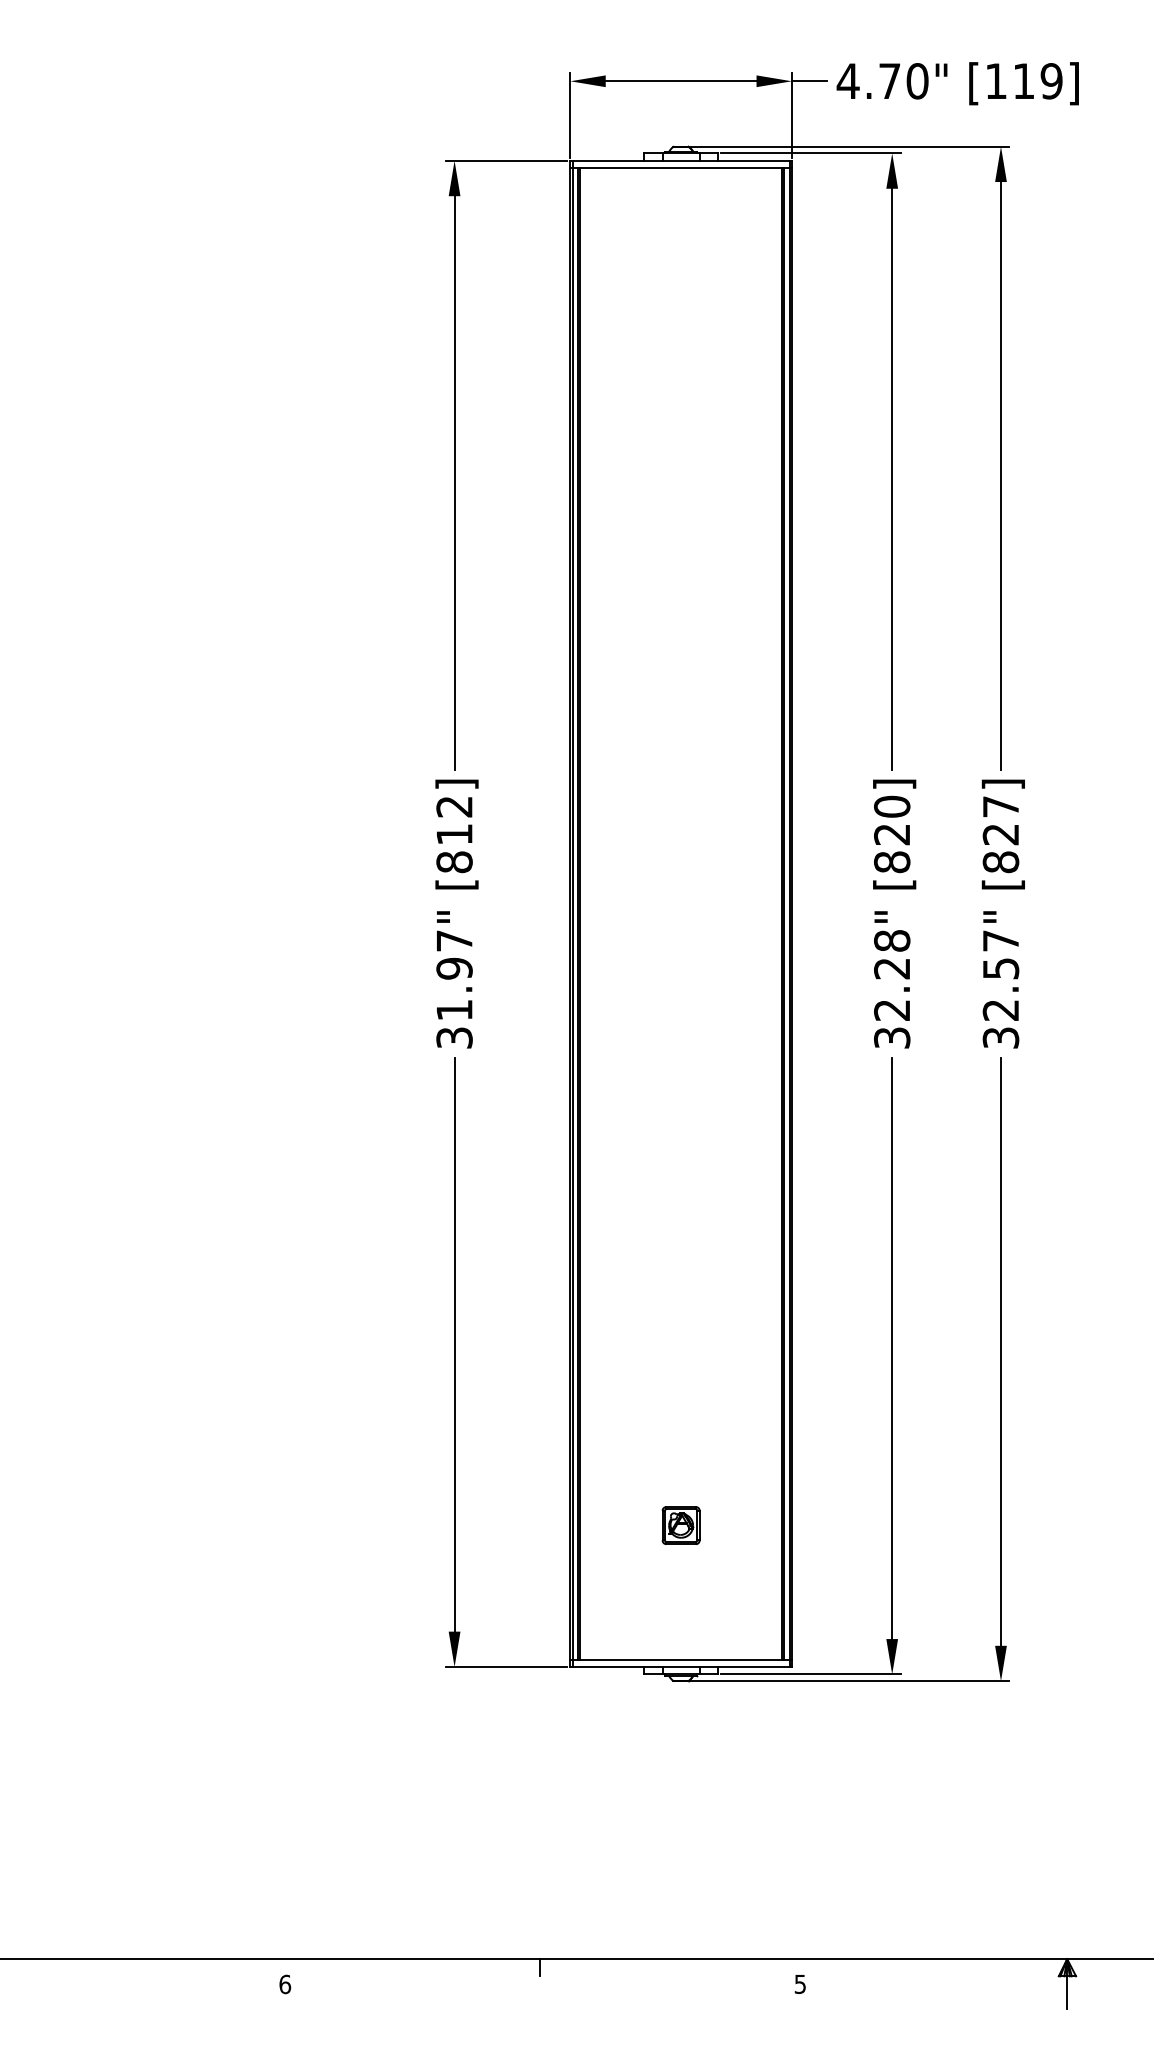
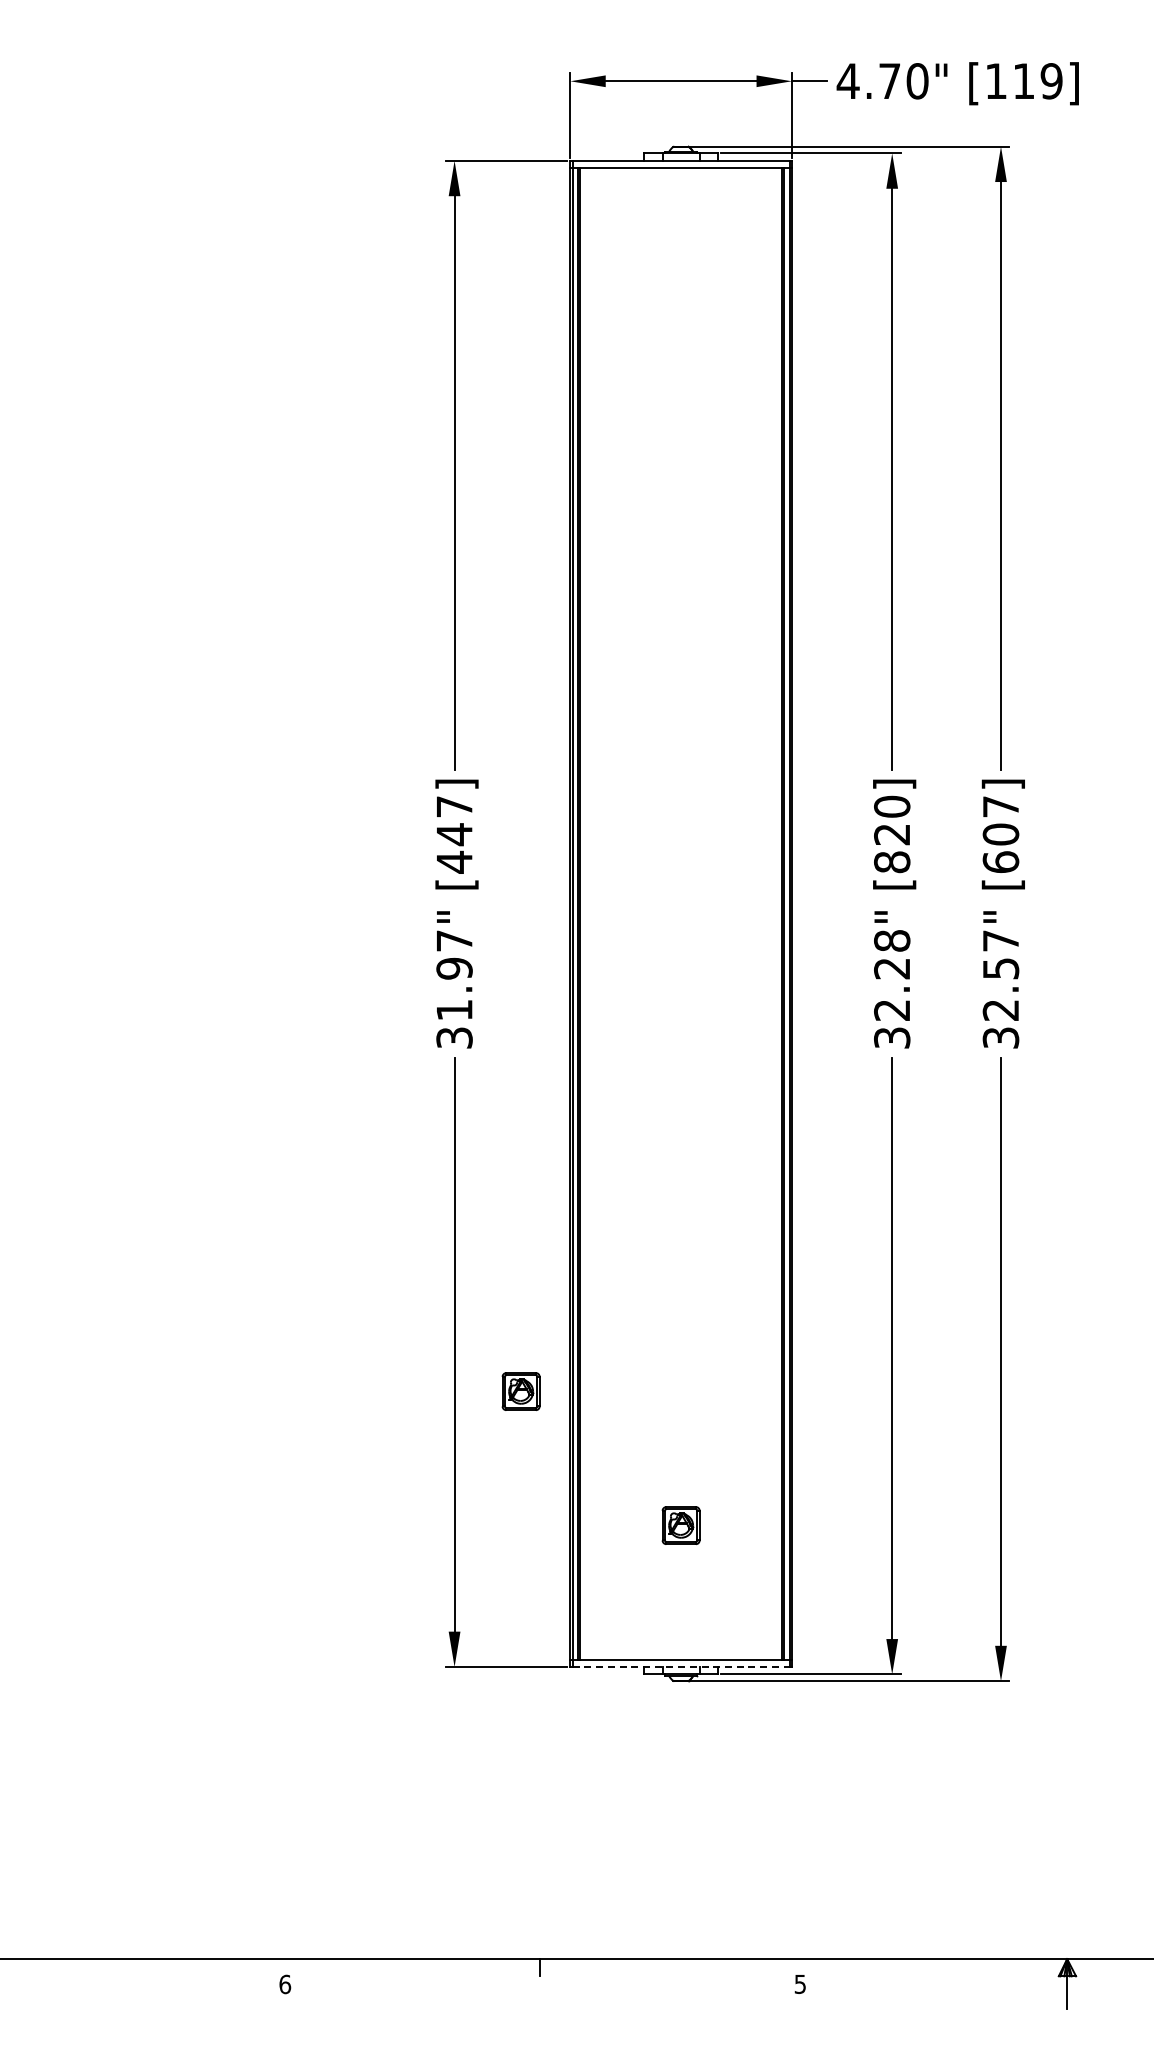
text at (454, 834): [812] -> [447]
text at (1000, 848): [827] -> [607]
part at (520, 1391): none -> present
line at (681, 1666): solid -> dashed
